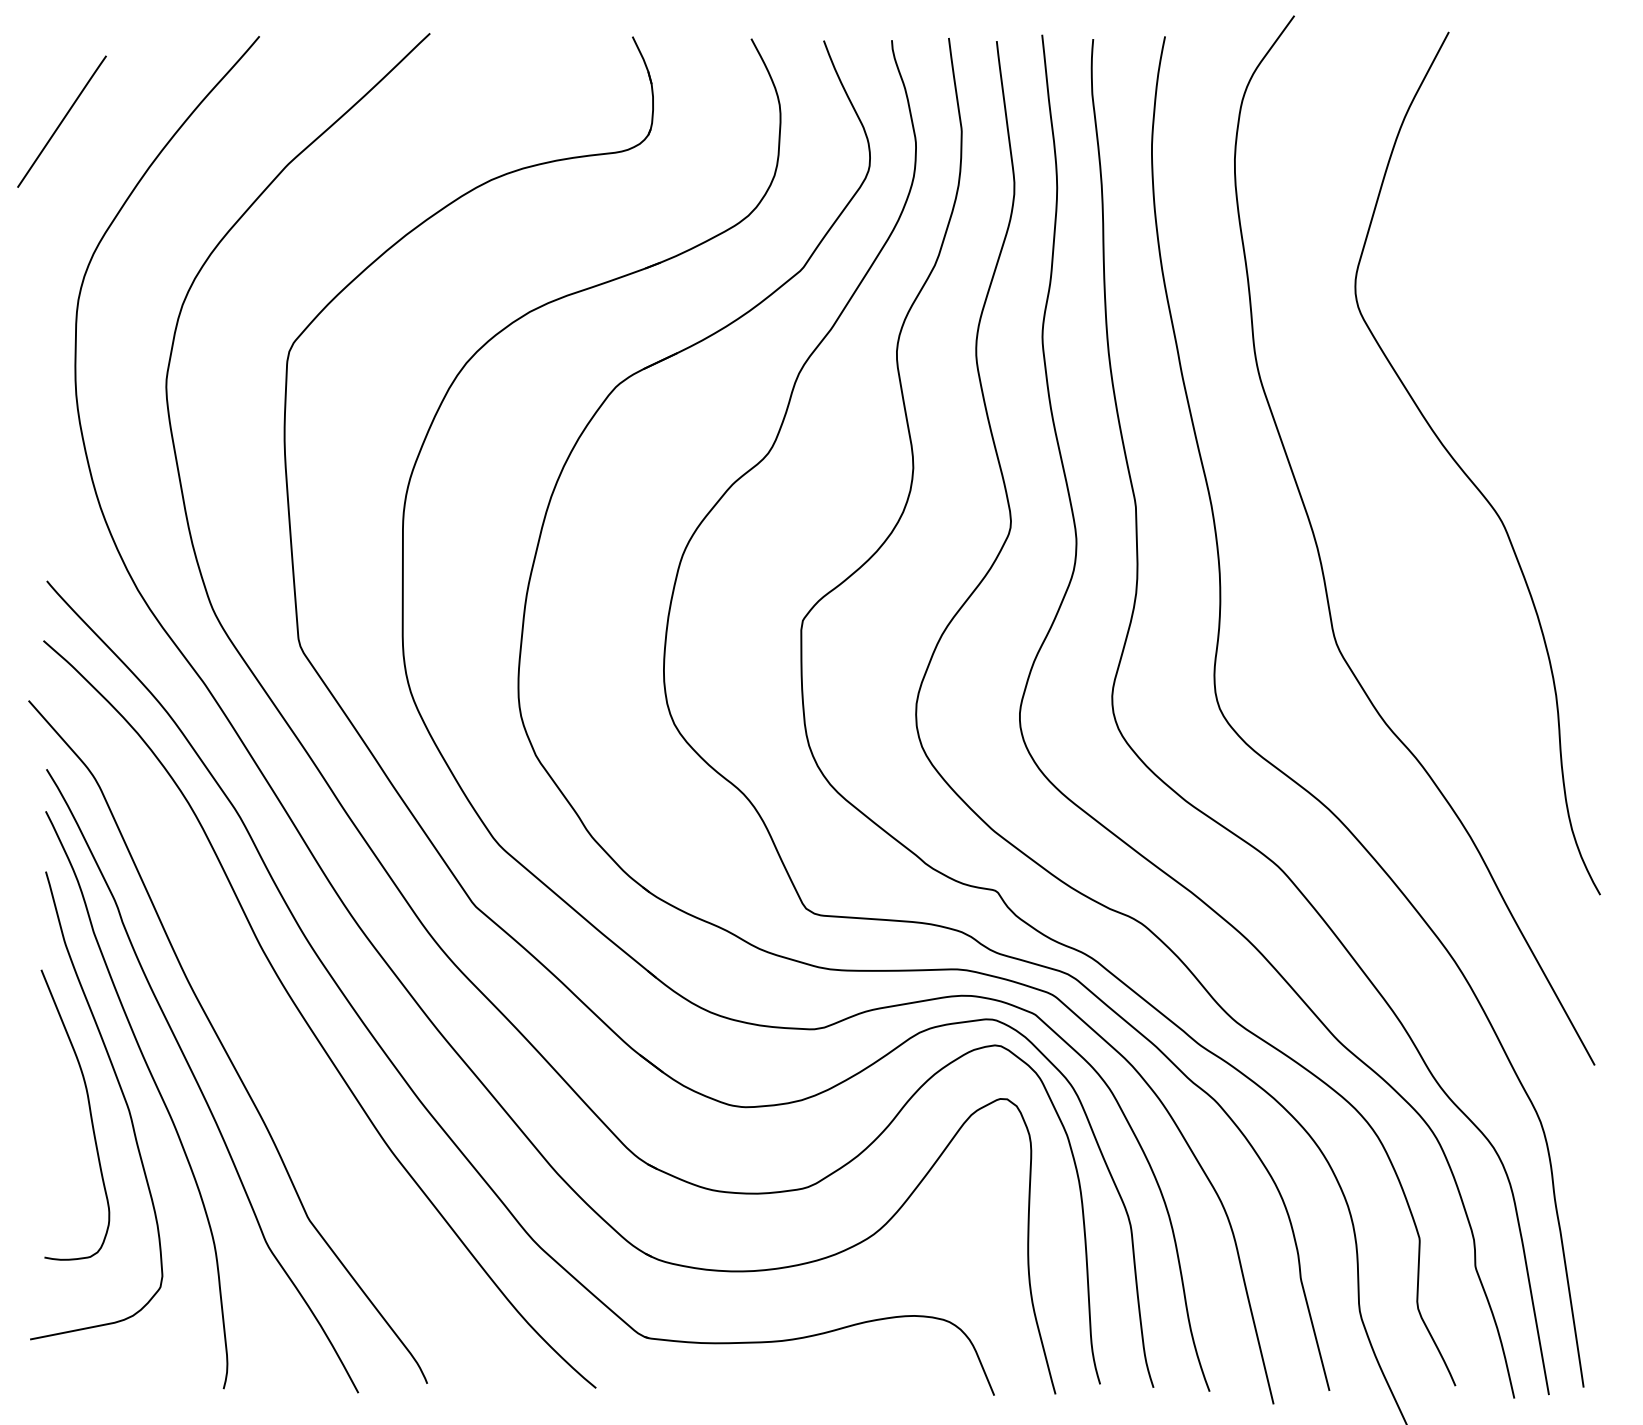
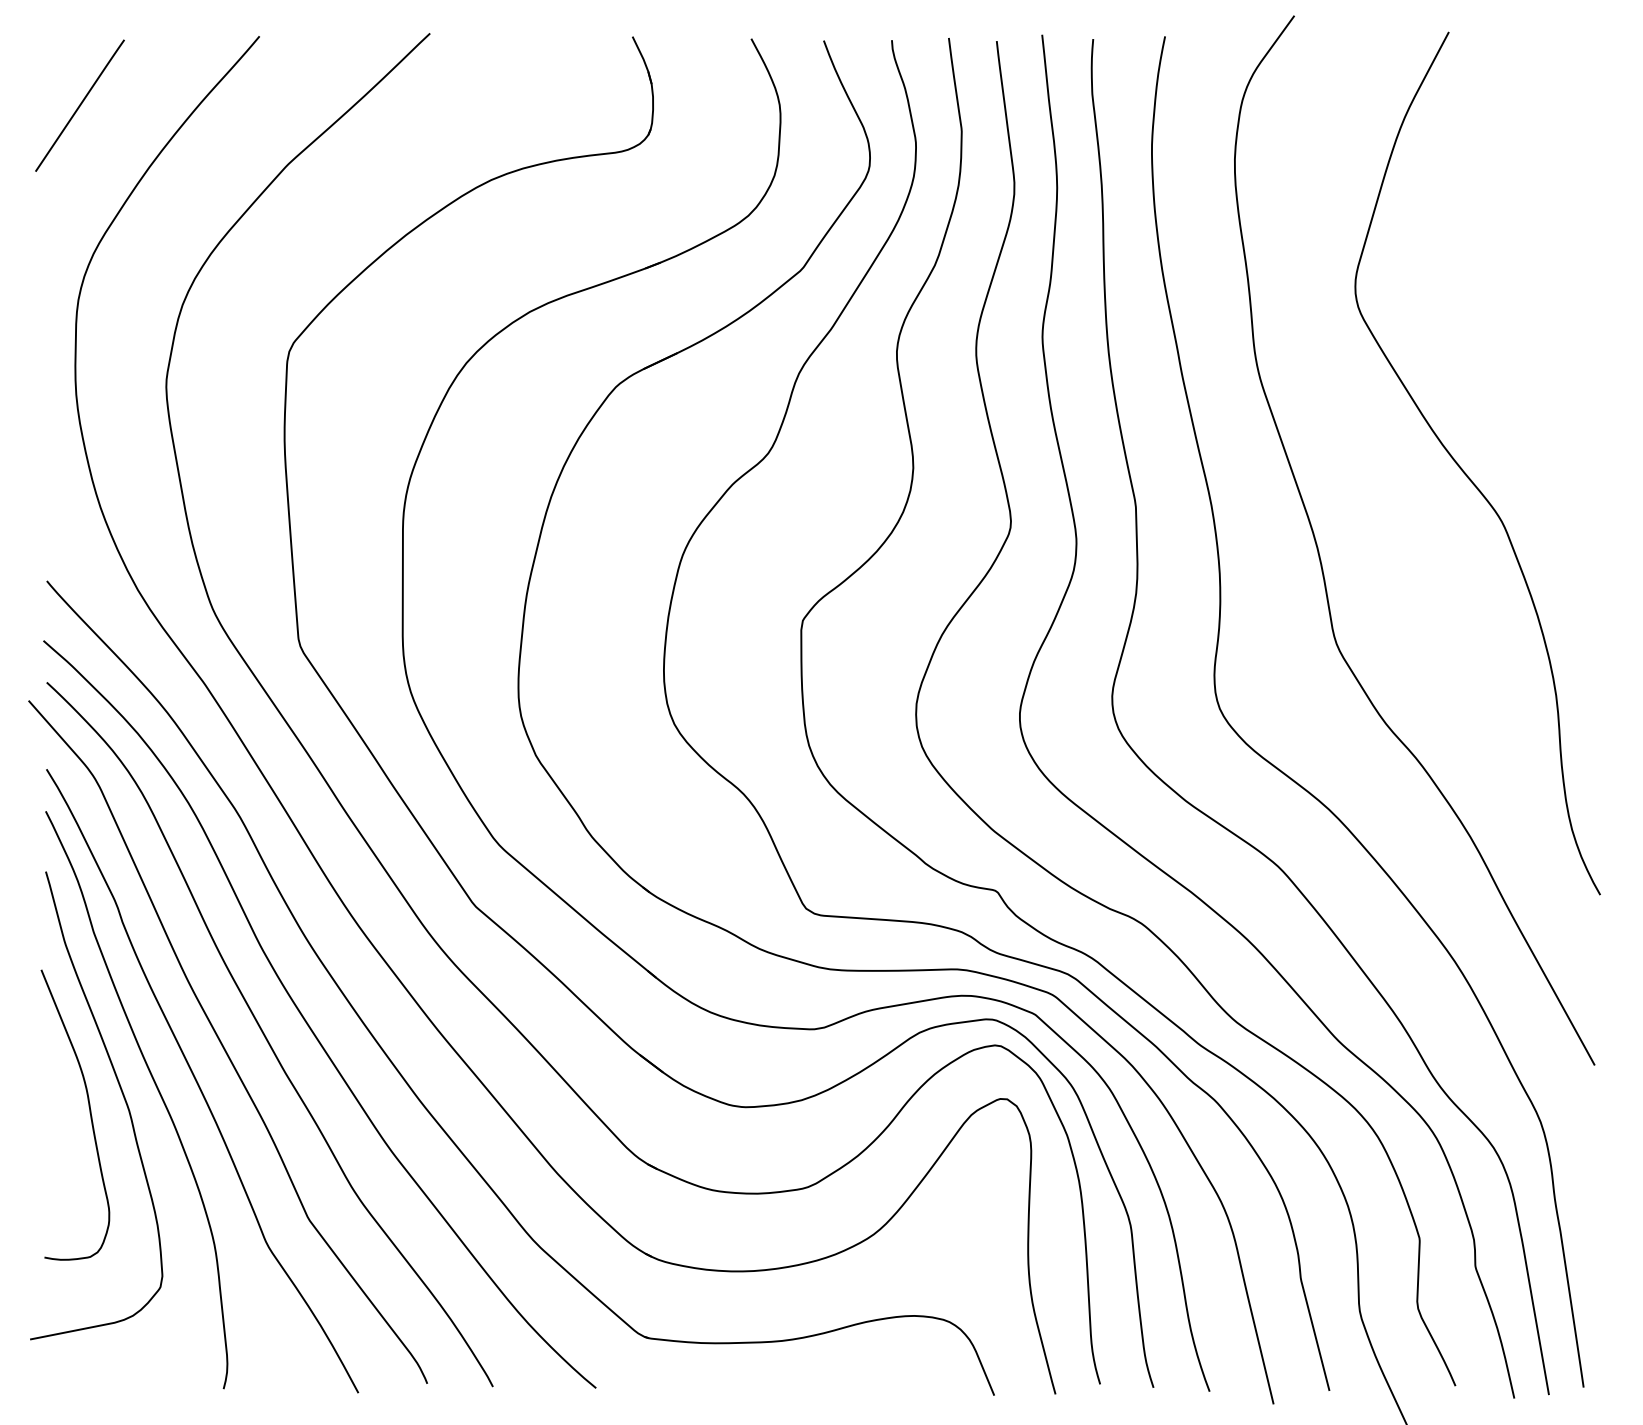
line at (61, 121) position: (61, 121) -> (79, 105)
curve at (266, 1036): none -> present
